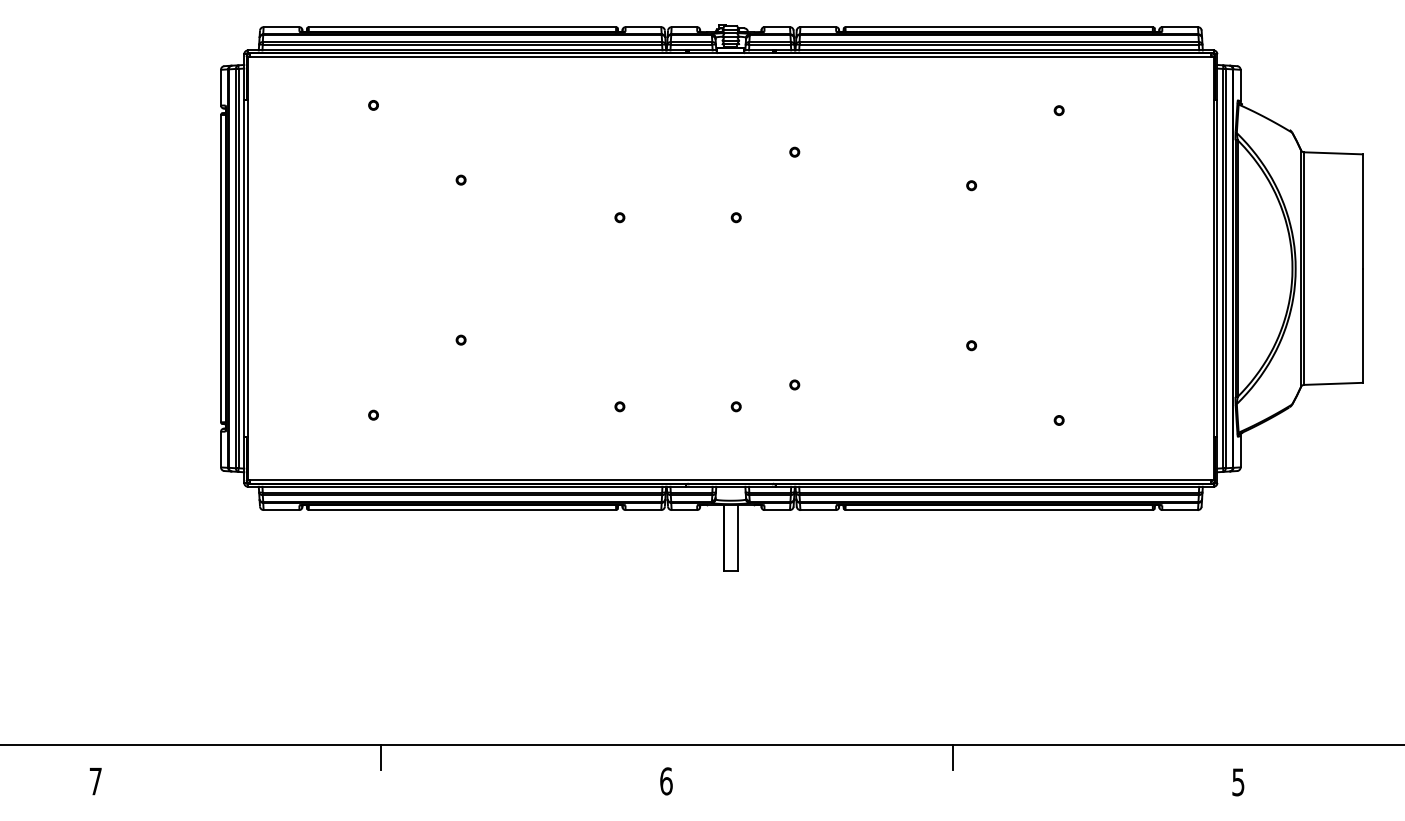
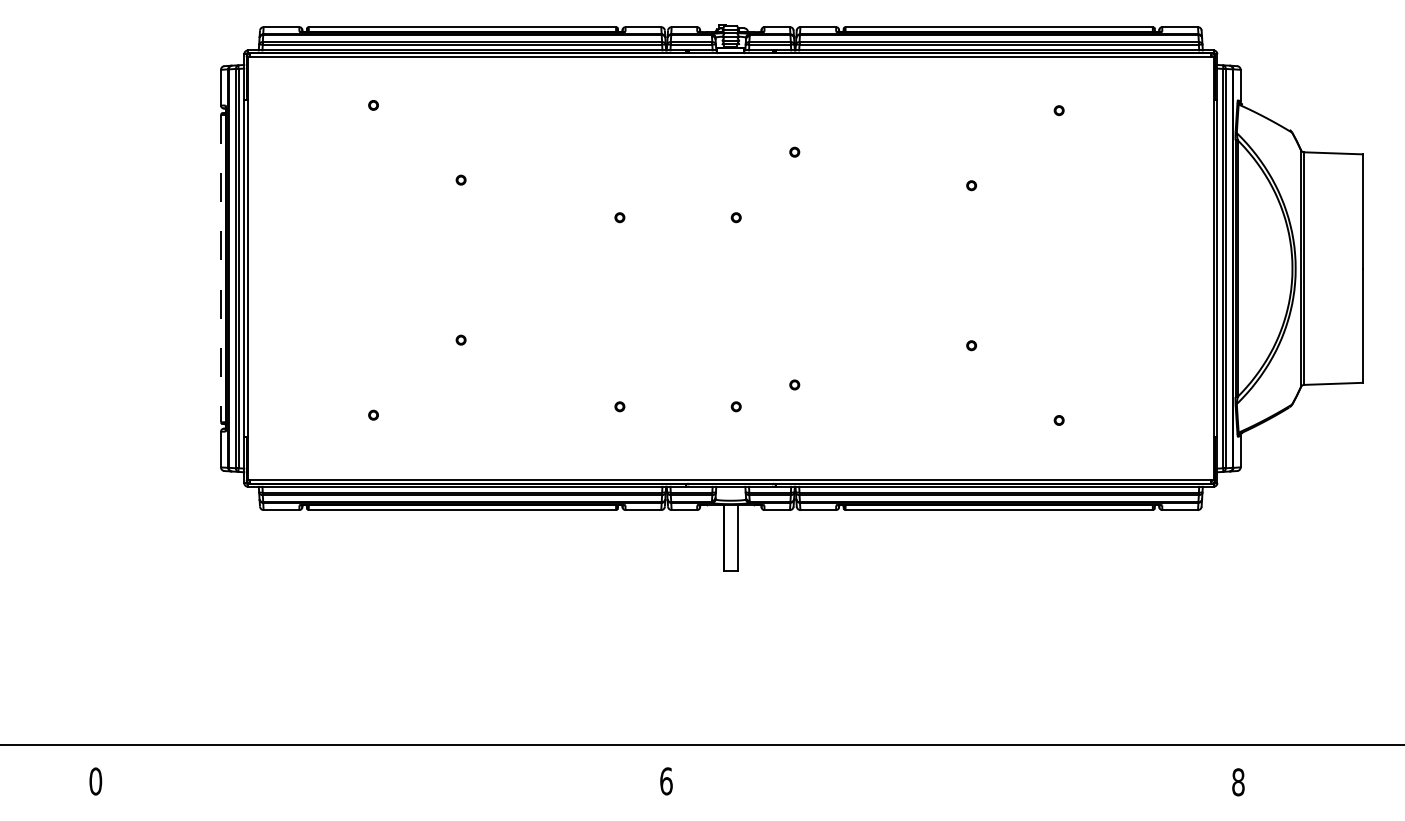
line at (220, 268): solid -> dashed
line at (380, 756): present -> none
line at (953, 756): present -> none
text at (95, 781): 7 -> 0
text at (1238, 782): 5 -> 8
